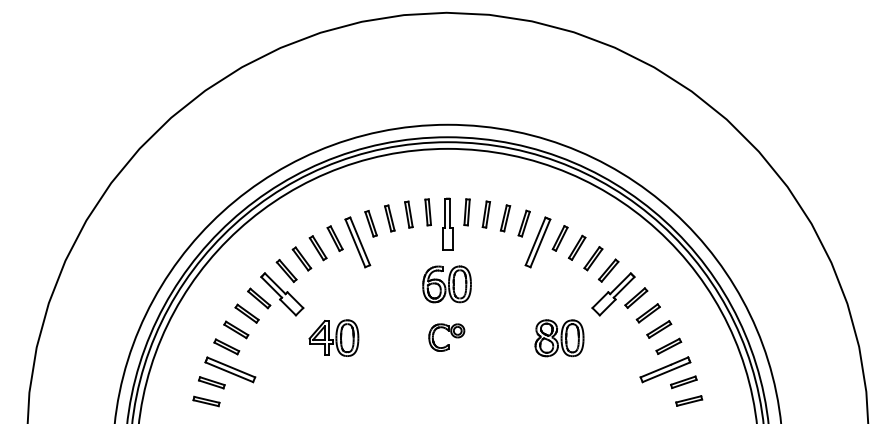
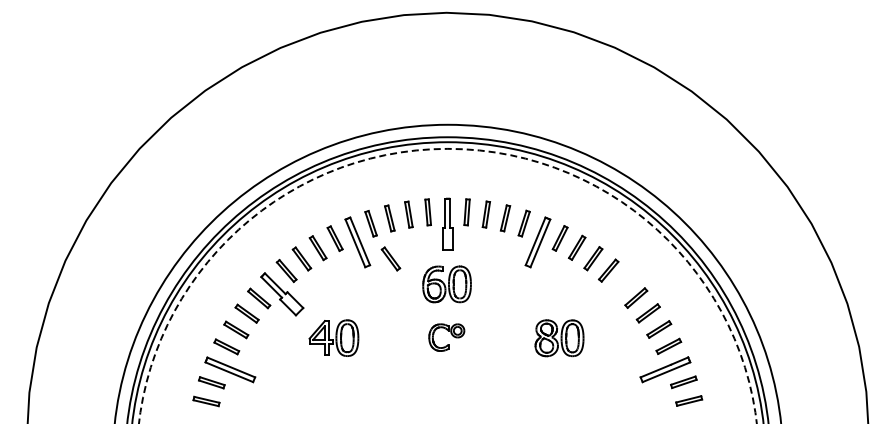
part at (390, 258): none -> present
circle at (447, 285): solid -> dashed
part at (613, 294): present -> none
